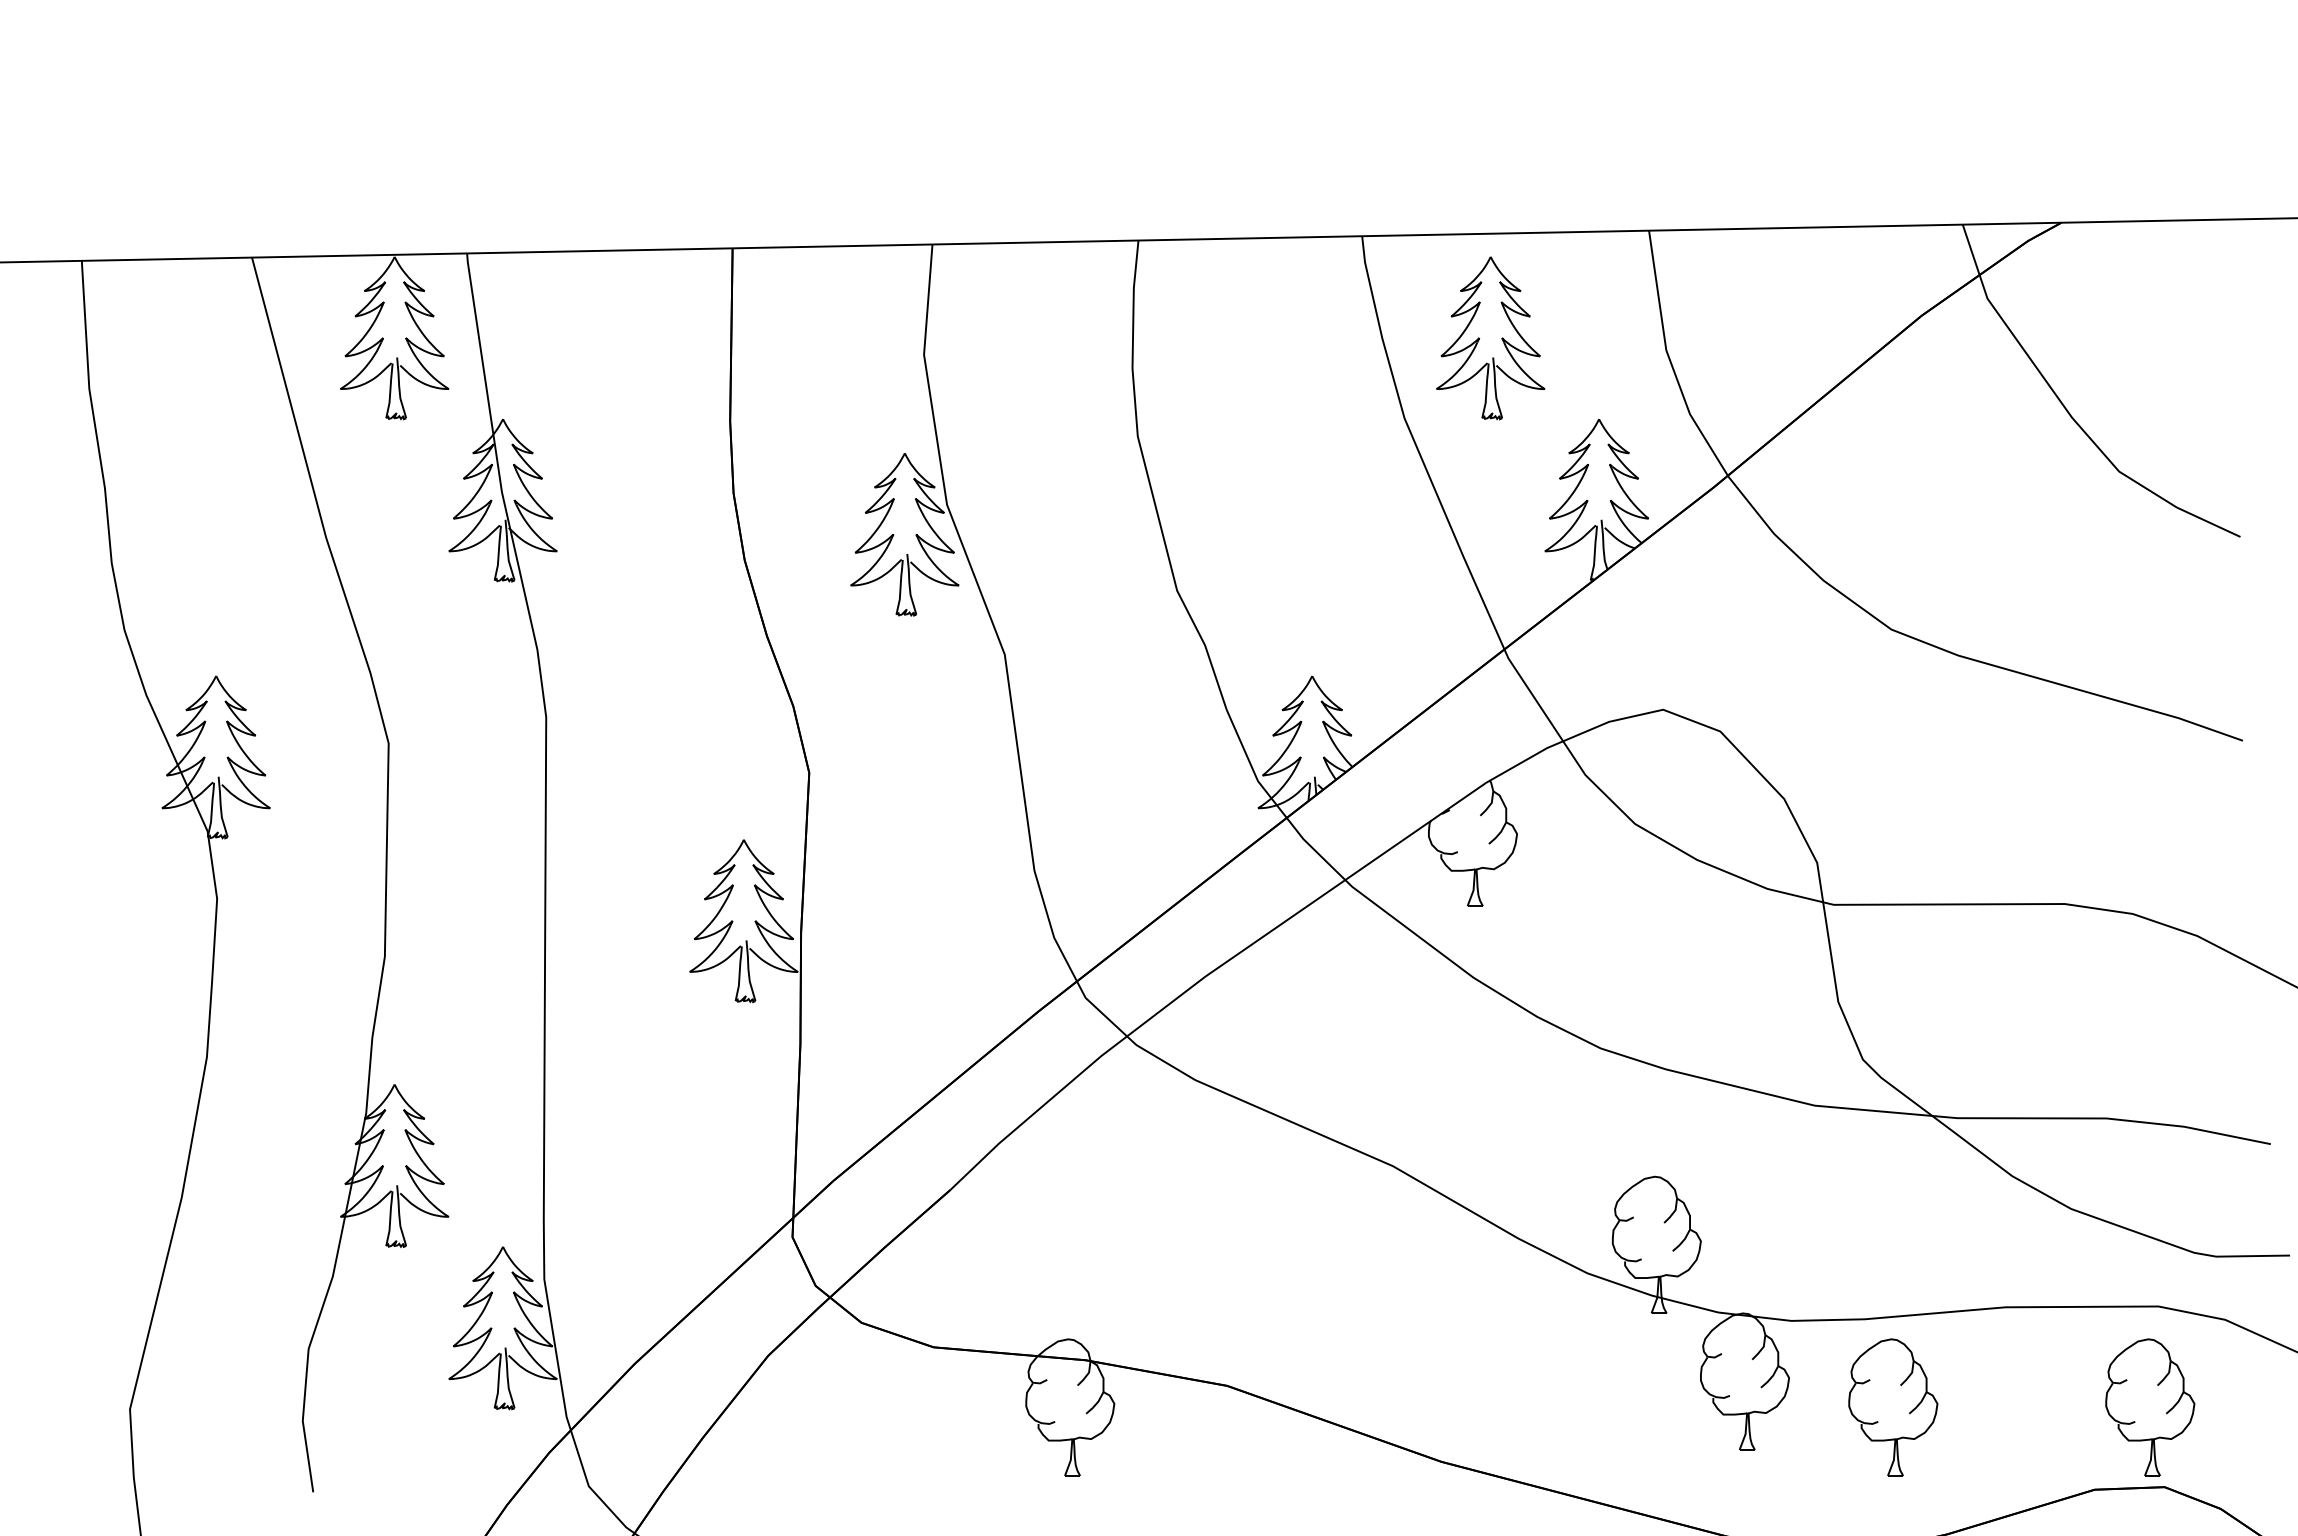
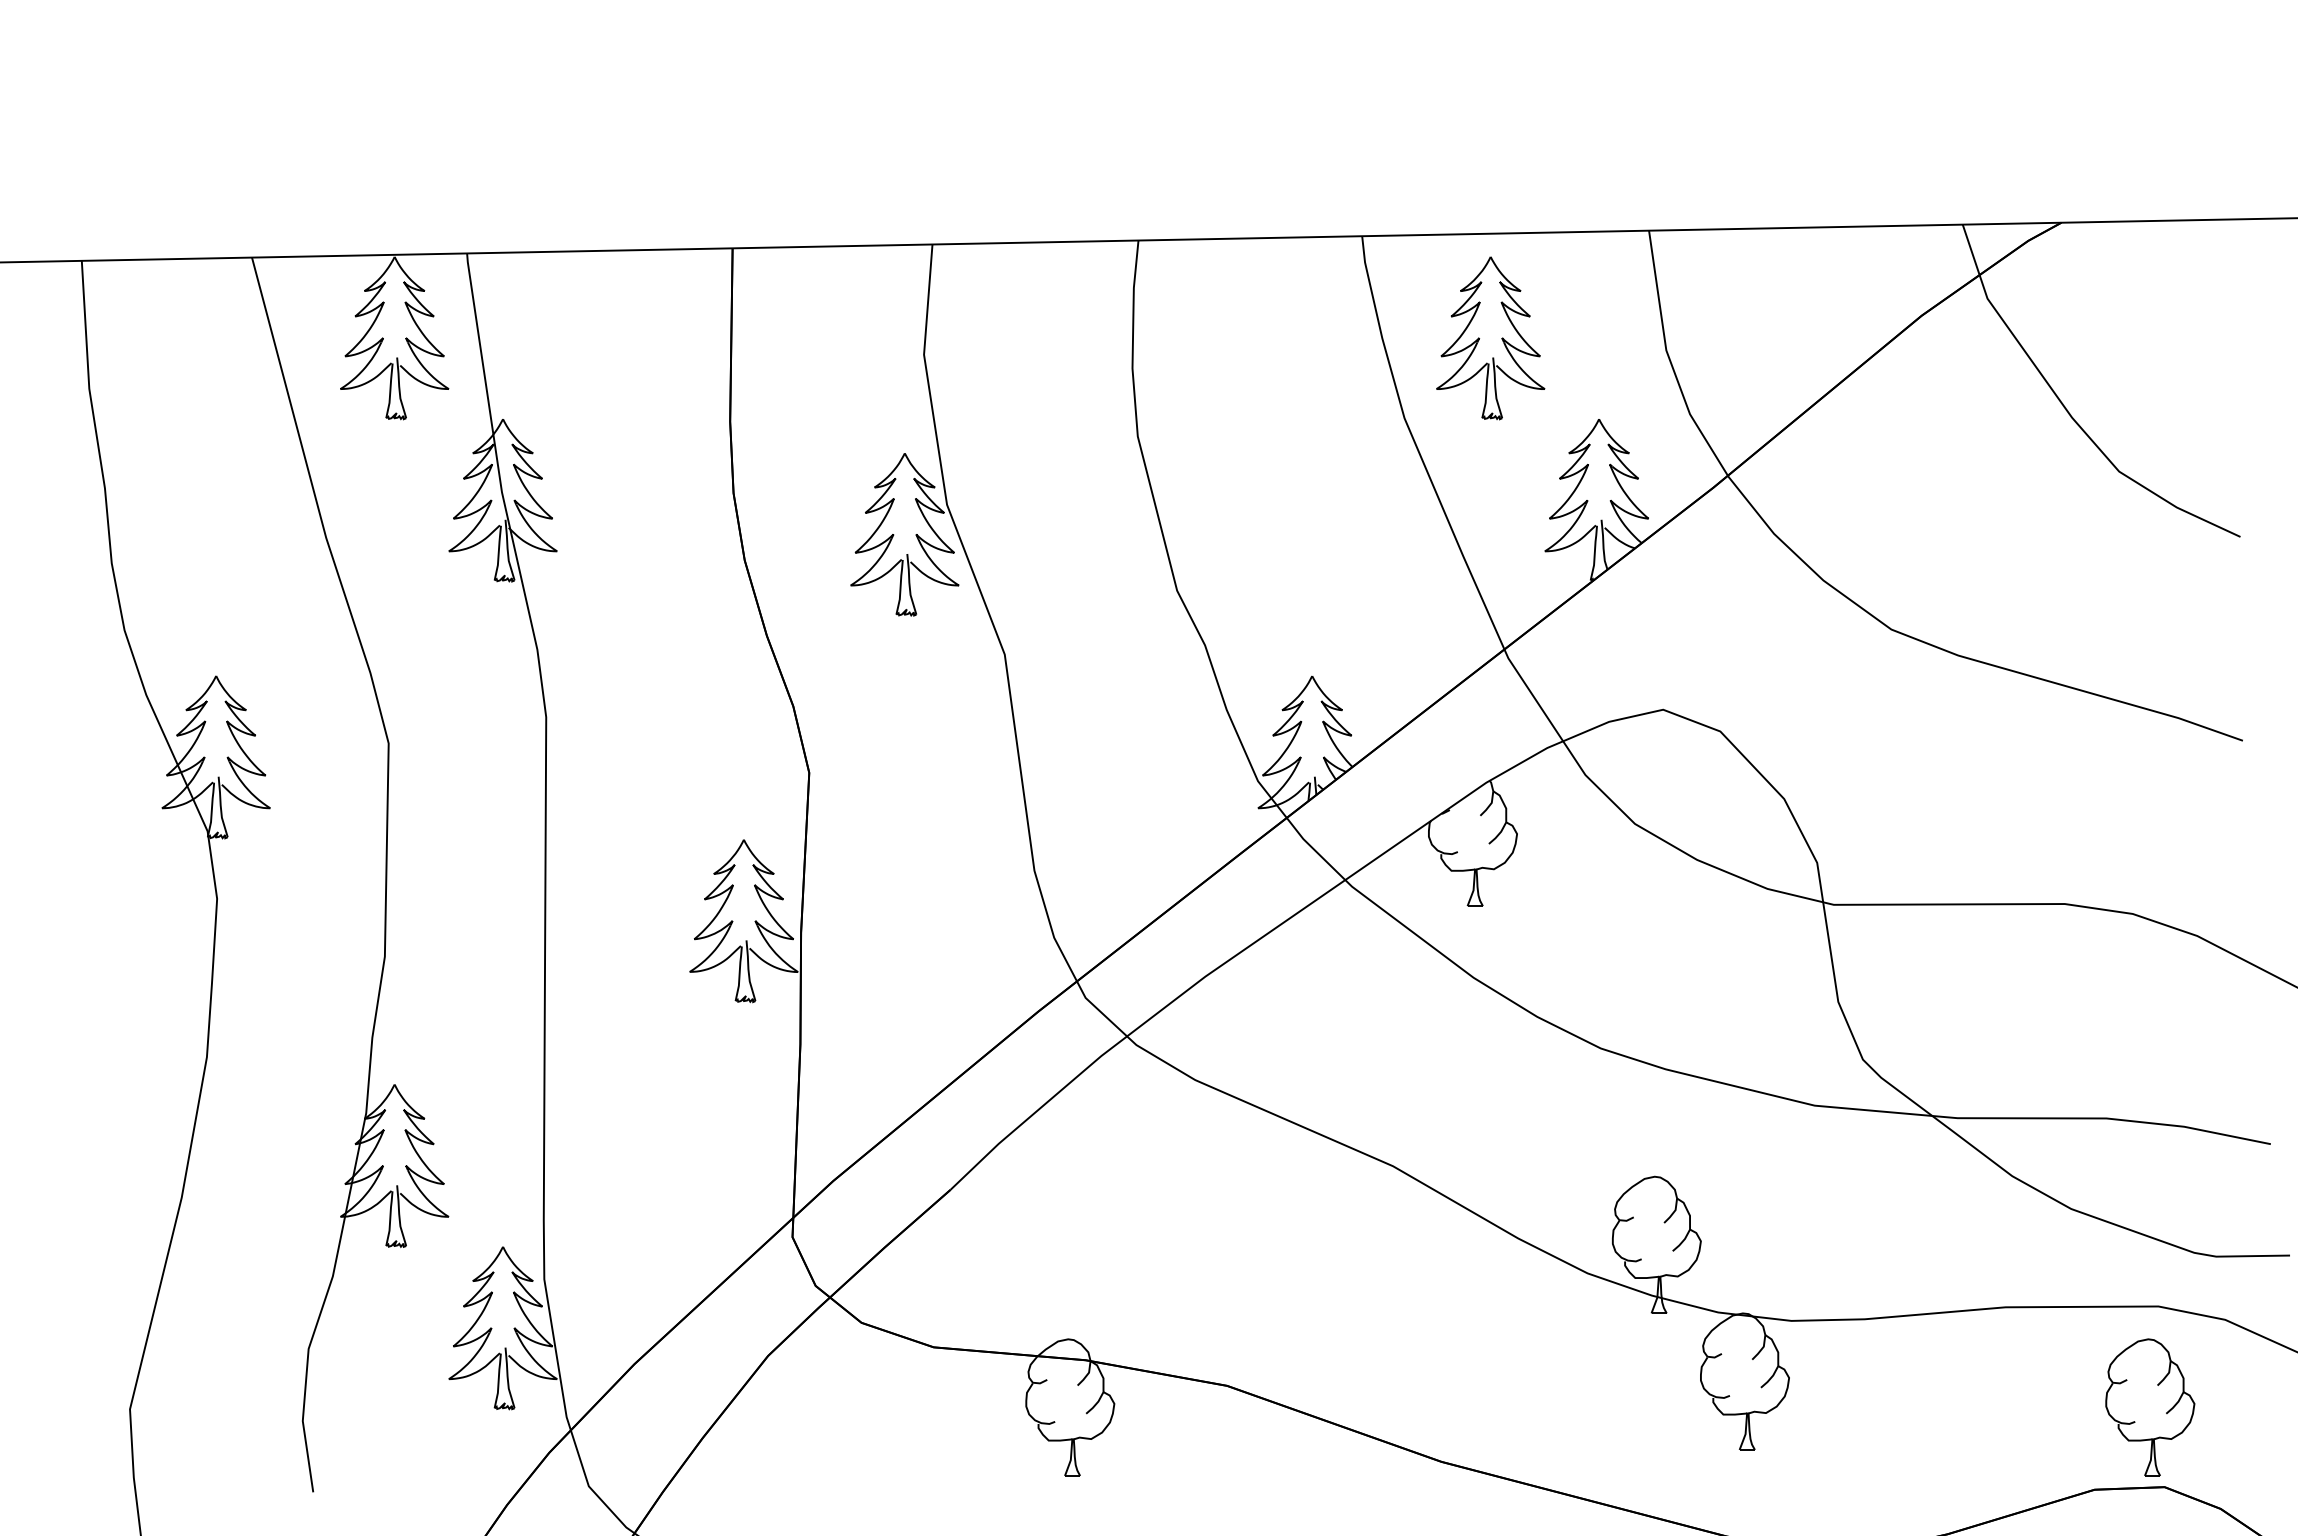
part at (1893, 1407): present -> none
